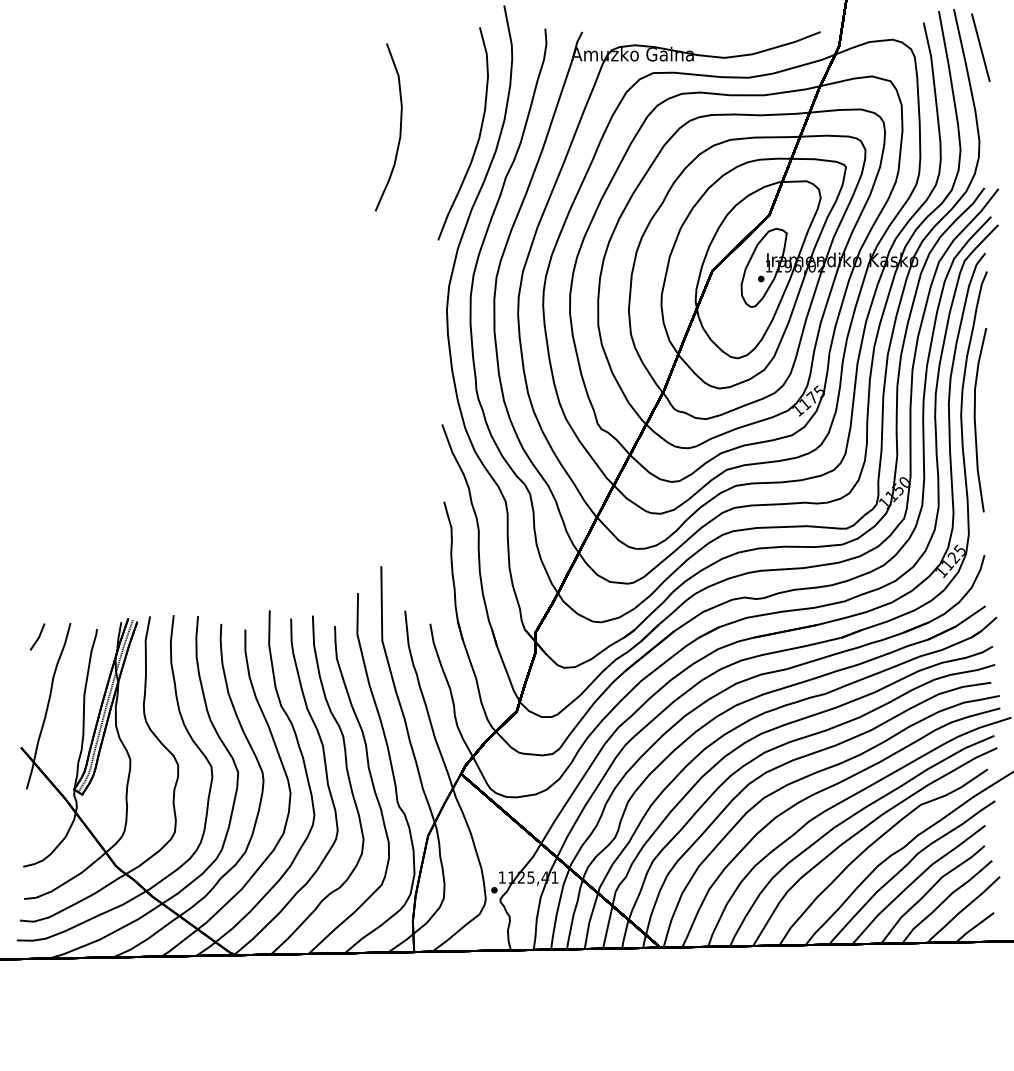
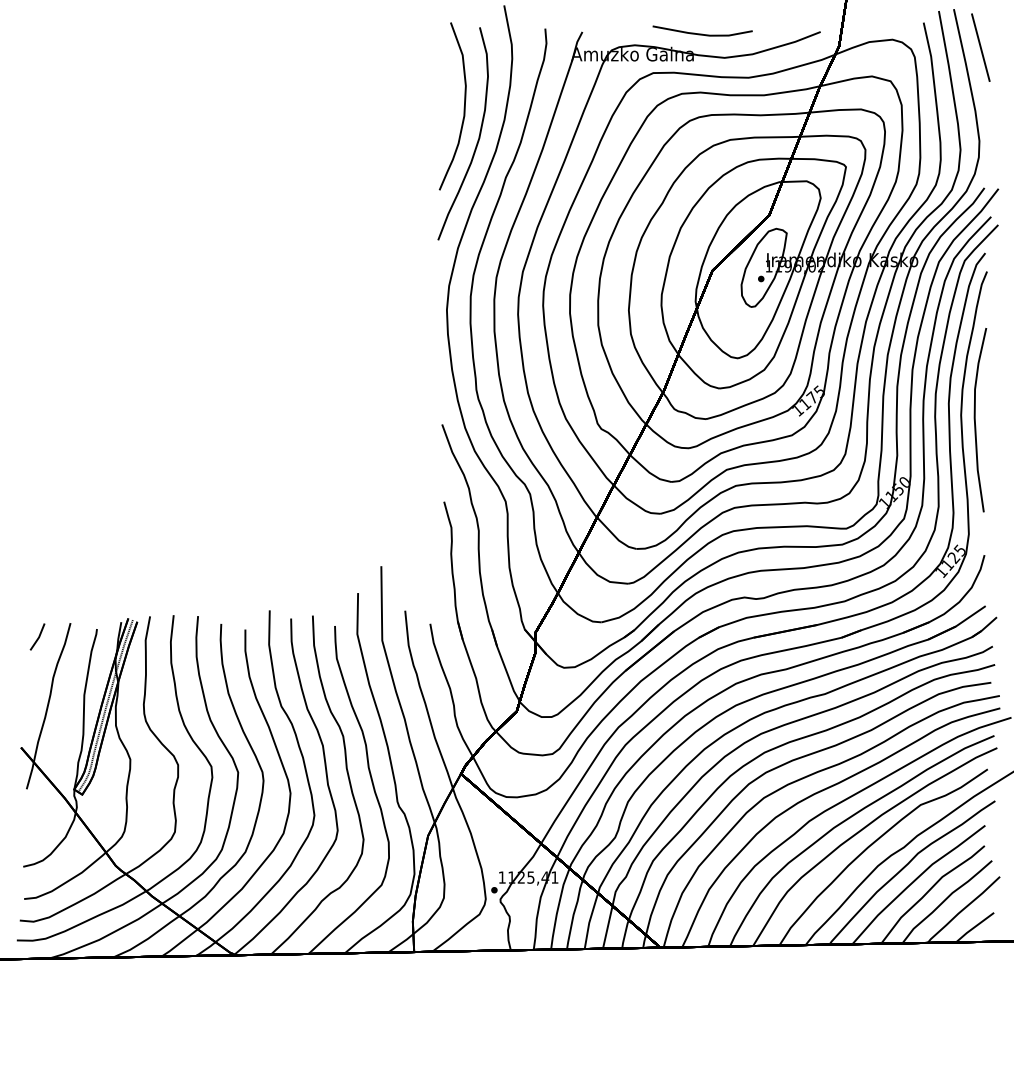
line at (702, 33): none -> present
curve at (399, 128) position: (399, 128) -> (463, 107)
